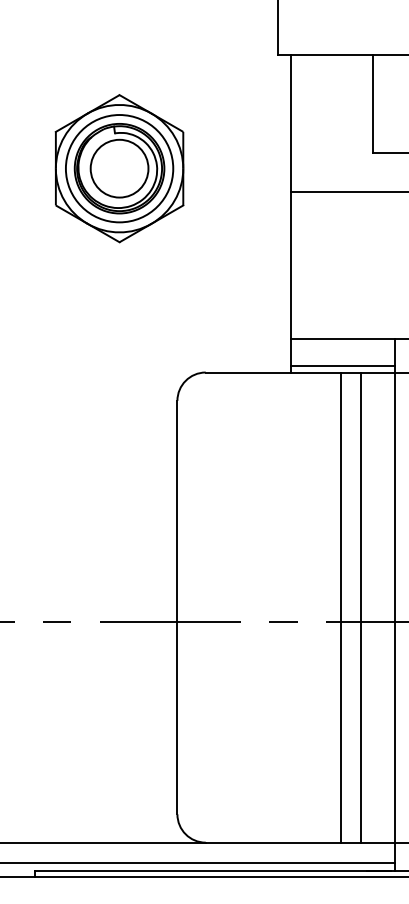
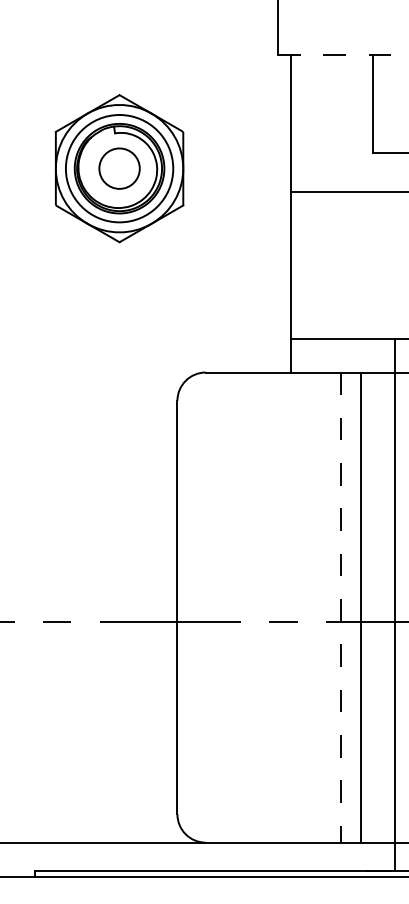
line at (343, 55): solid -> dashed
circle at (119, 168) diameter: 58 px -> 40 px
line at (342, 365): present -> none
line at (340, 608): solid -> dashed
line at (198, 863): present -> none
